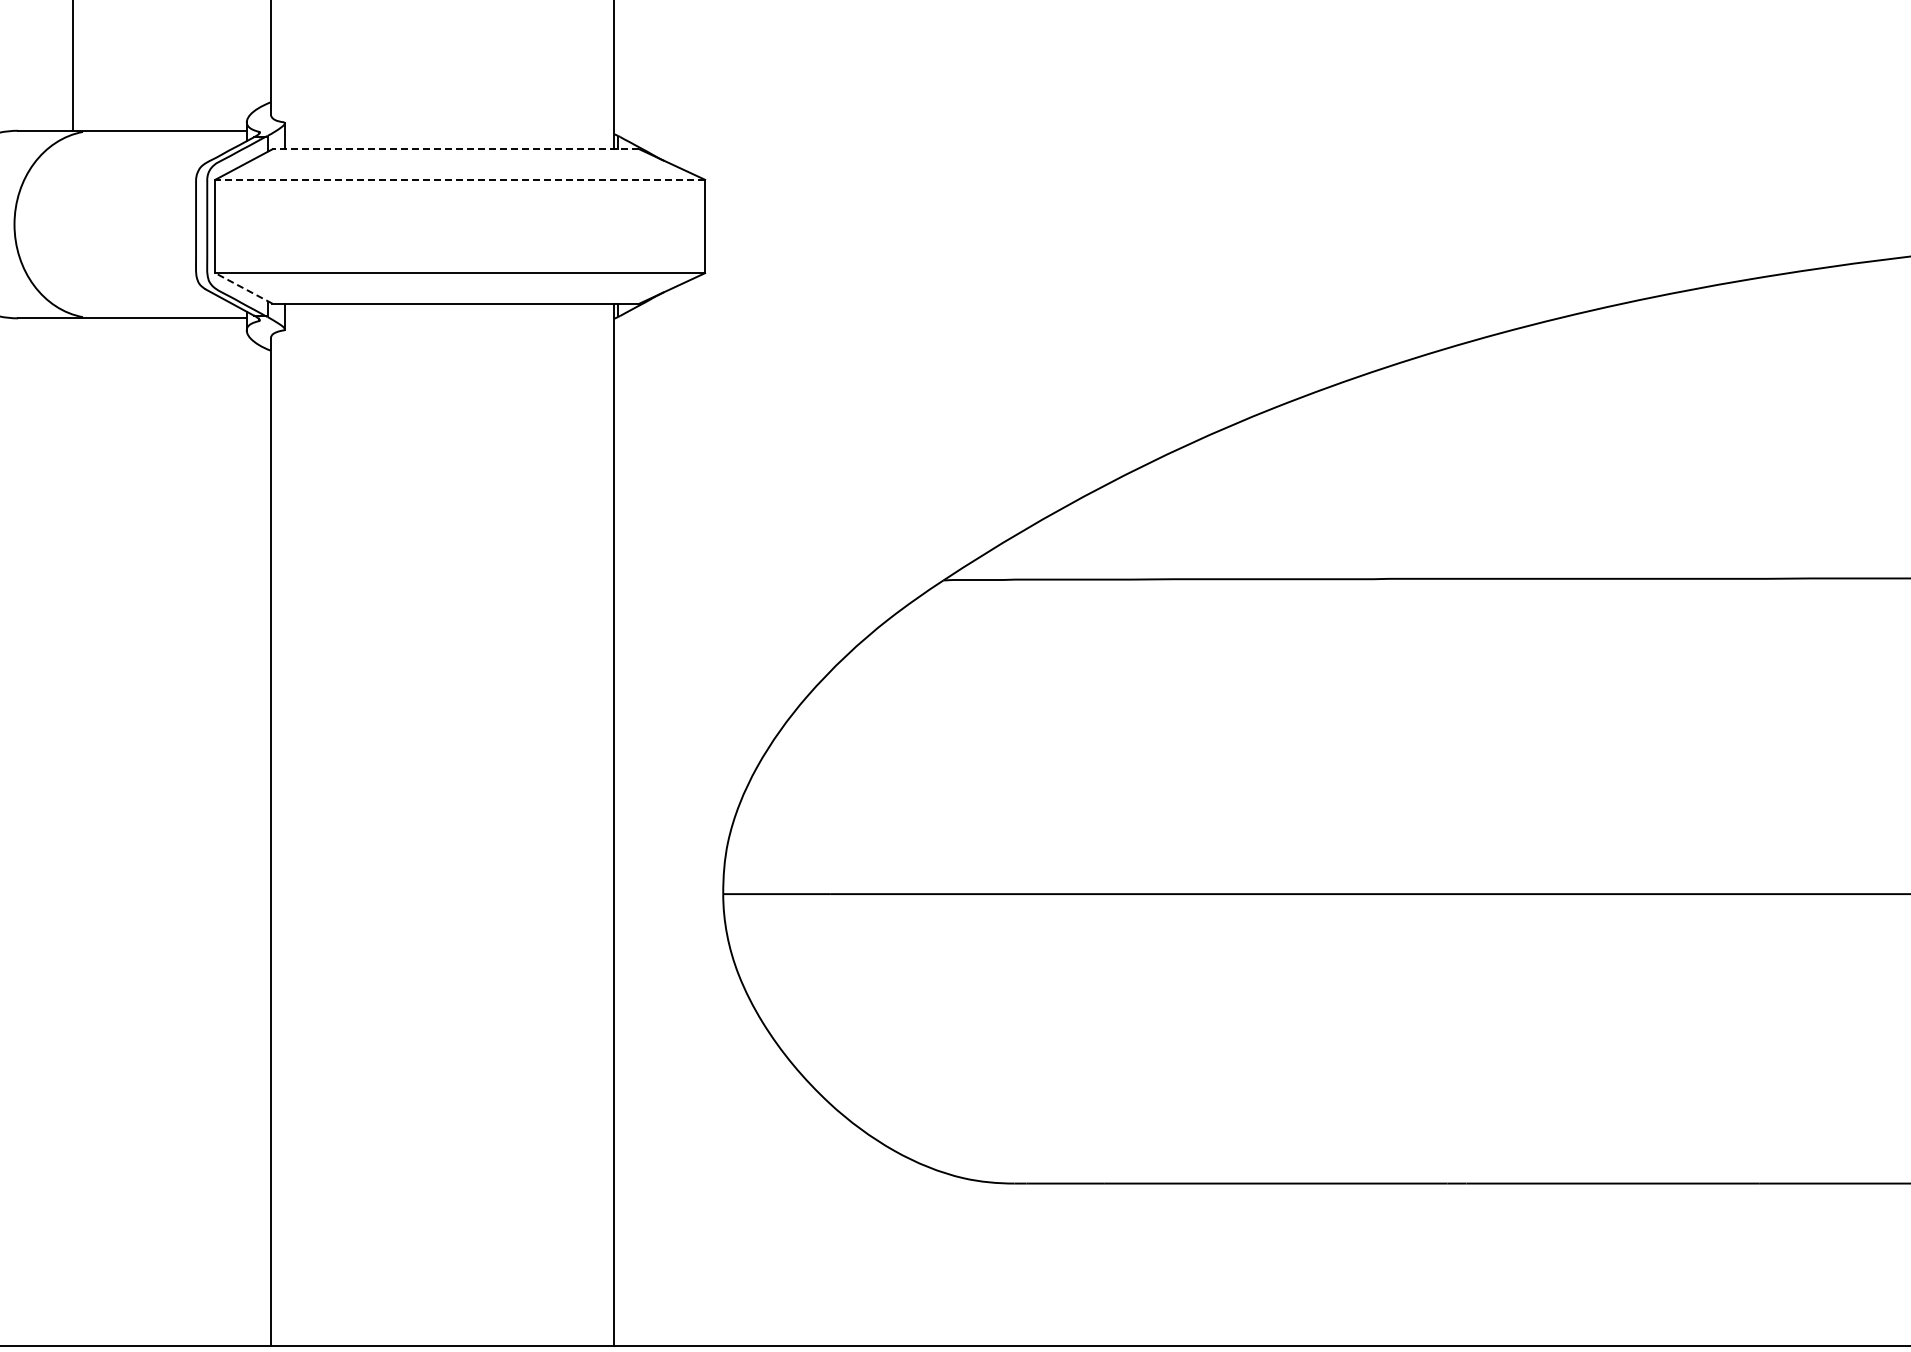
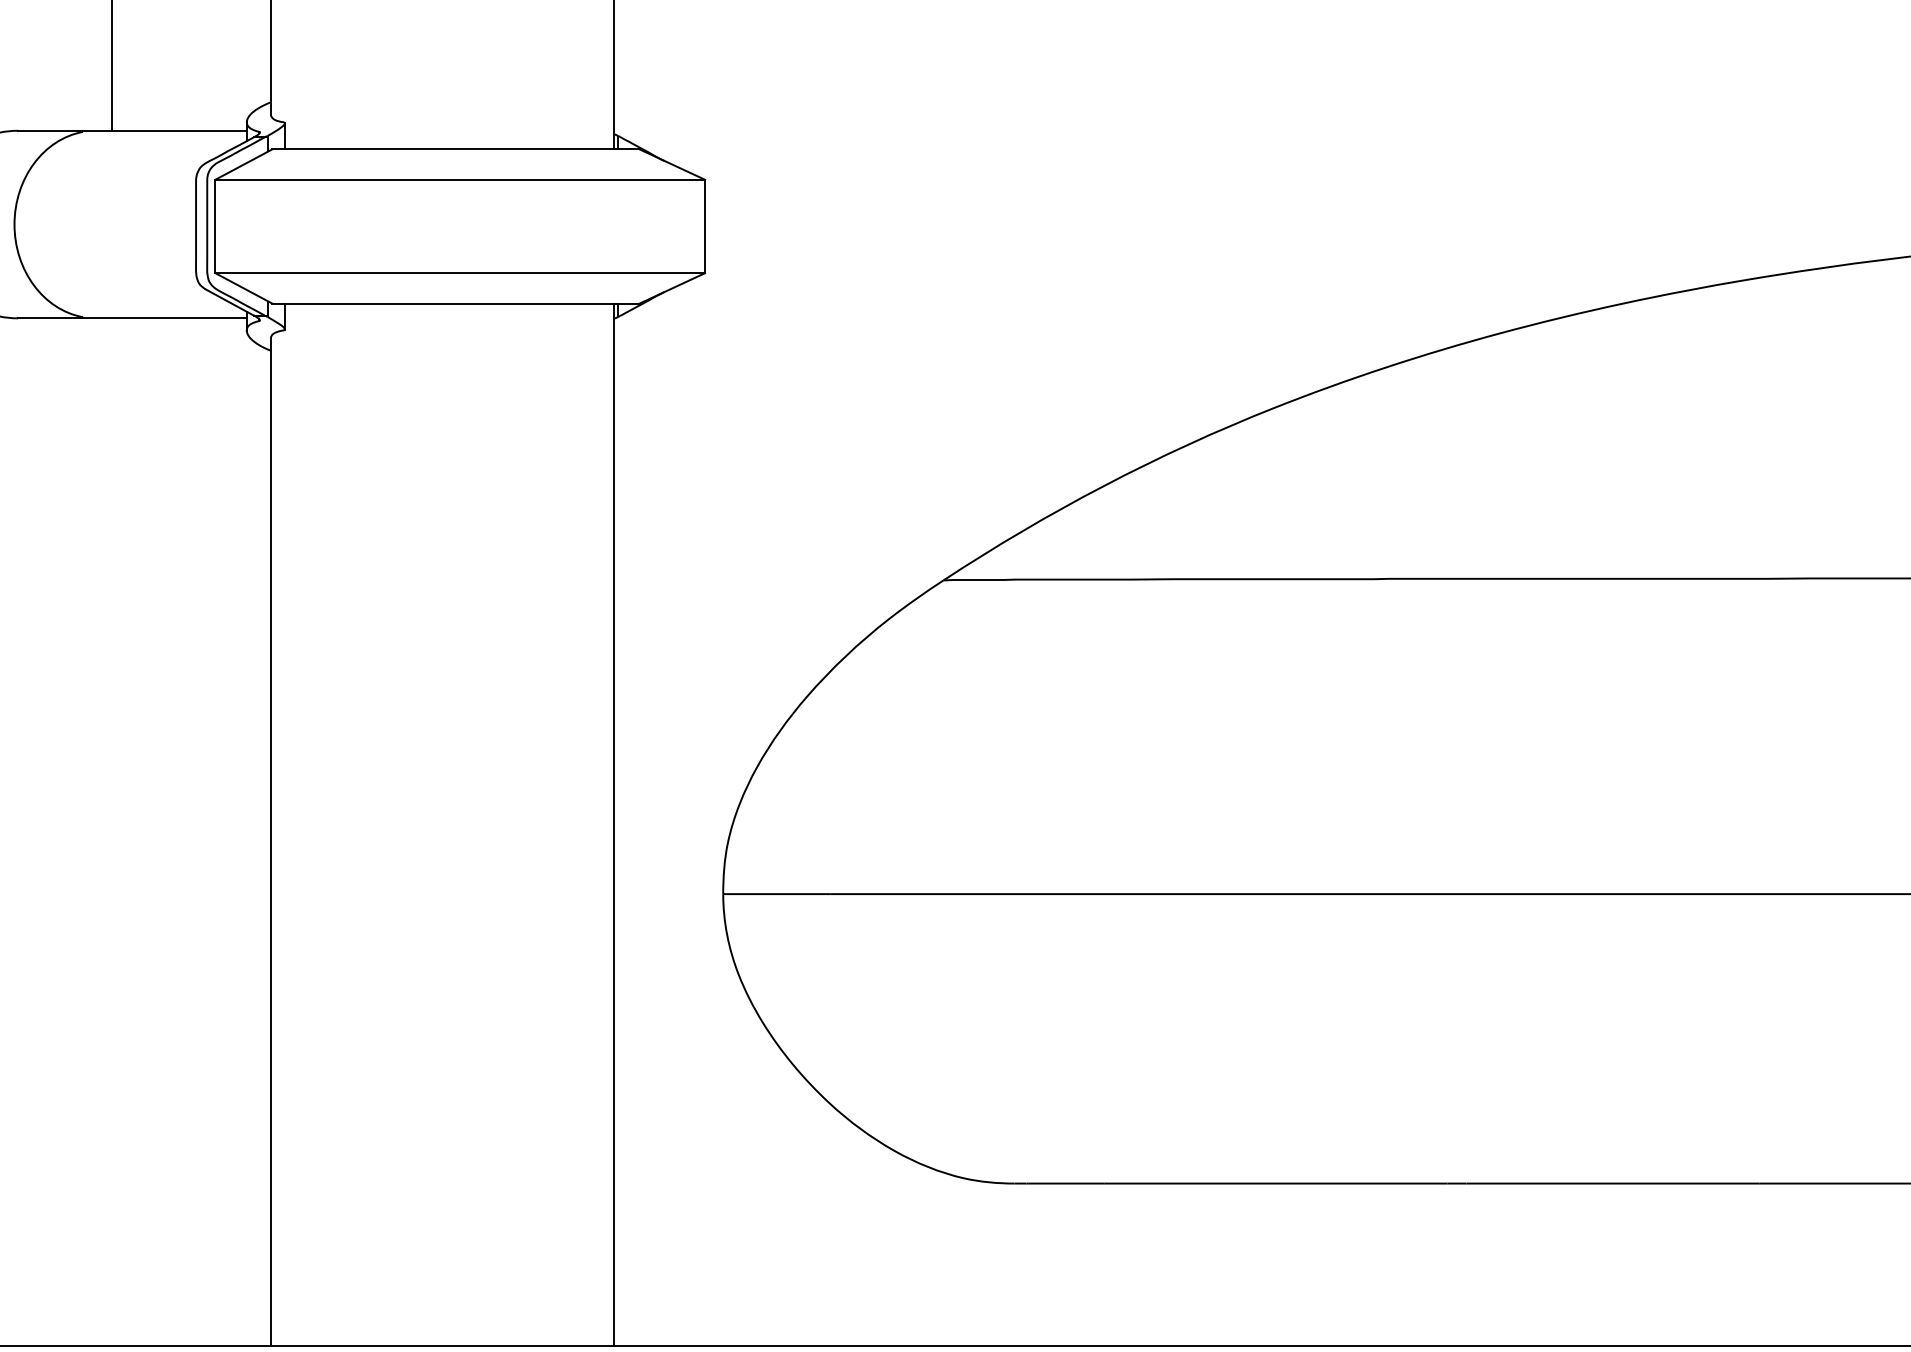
line at (72, 66) position: (72, 66) -> (111, 66)
line at (455, 149): dashed -> solid
line at (460, 179): dashed -> solid
line at (243, 288): dashed -> solid
